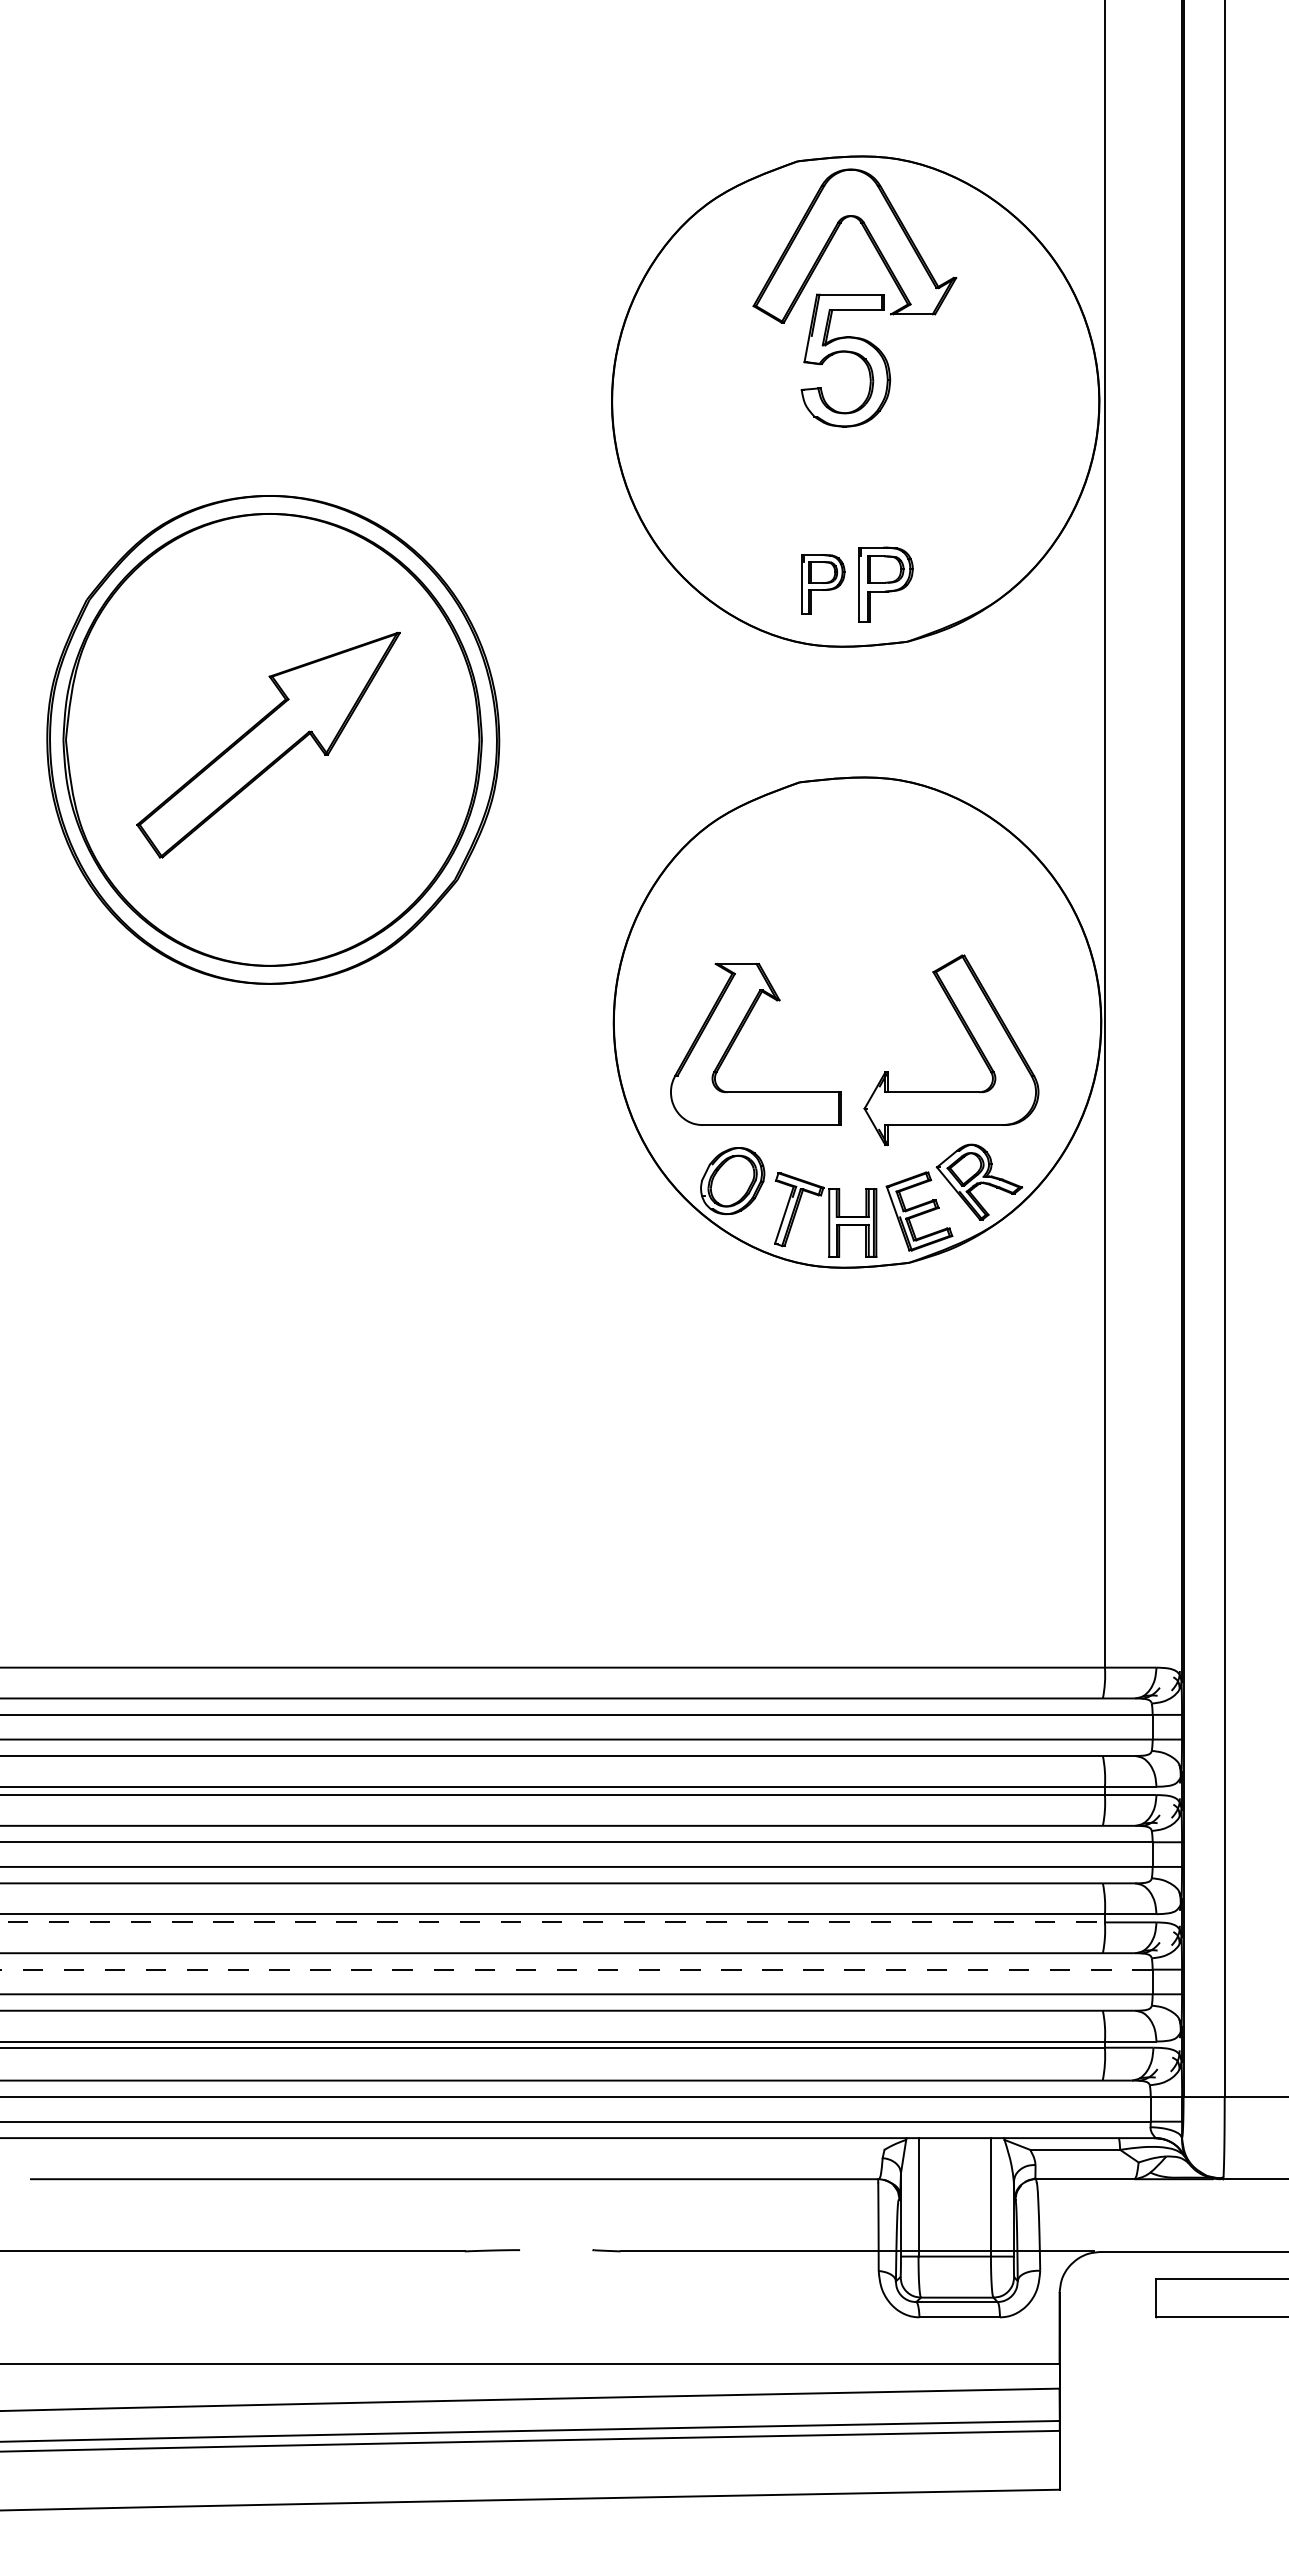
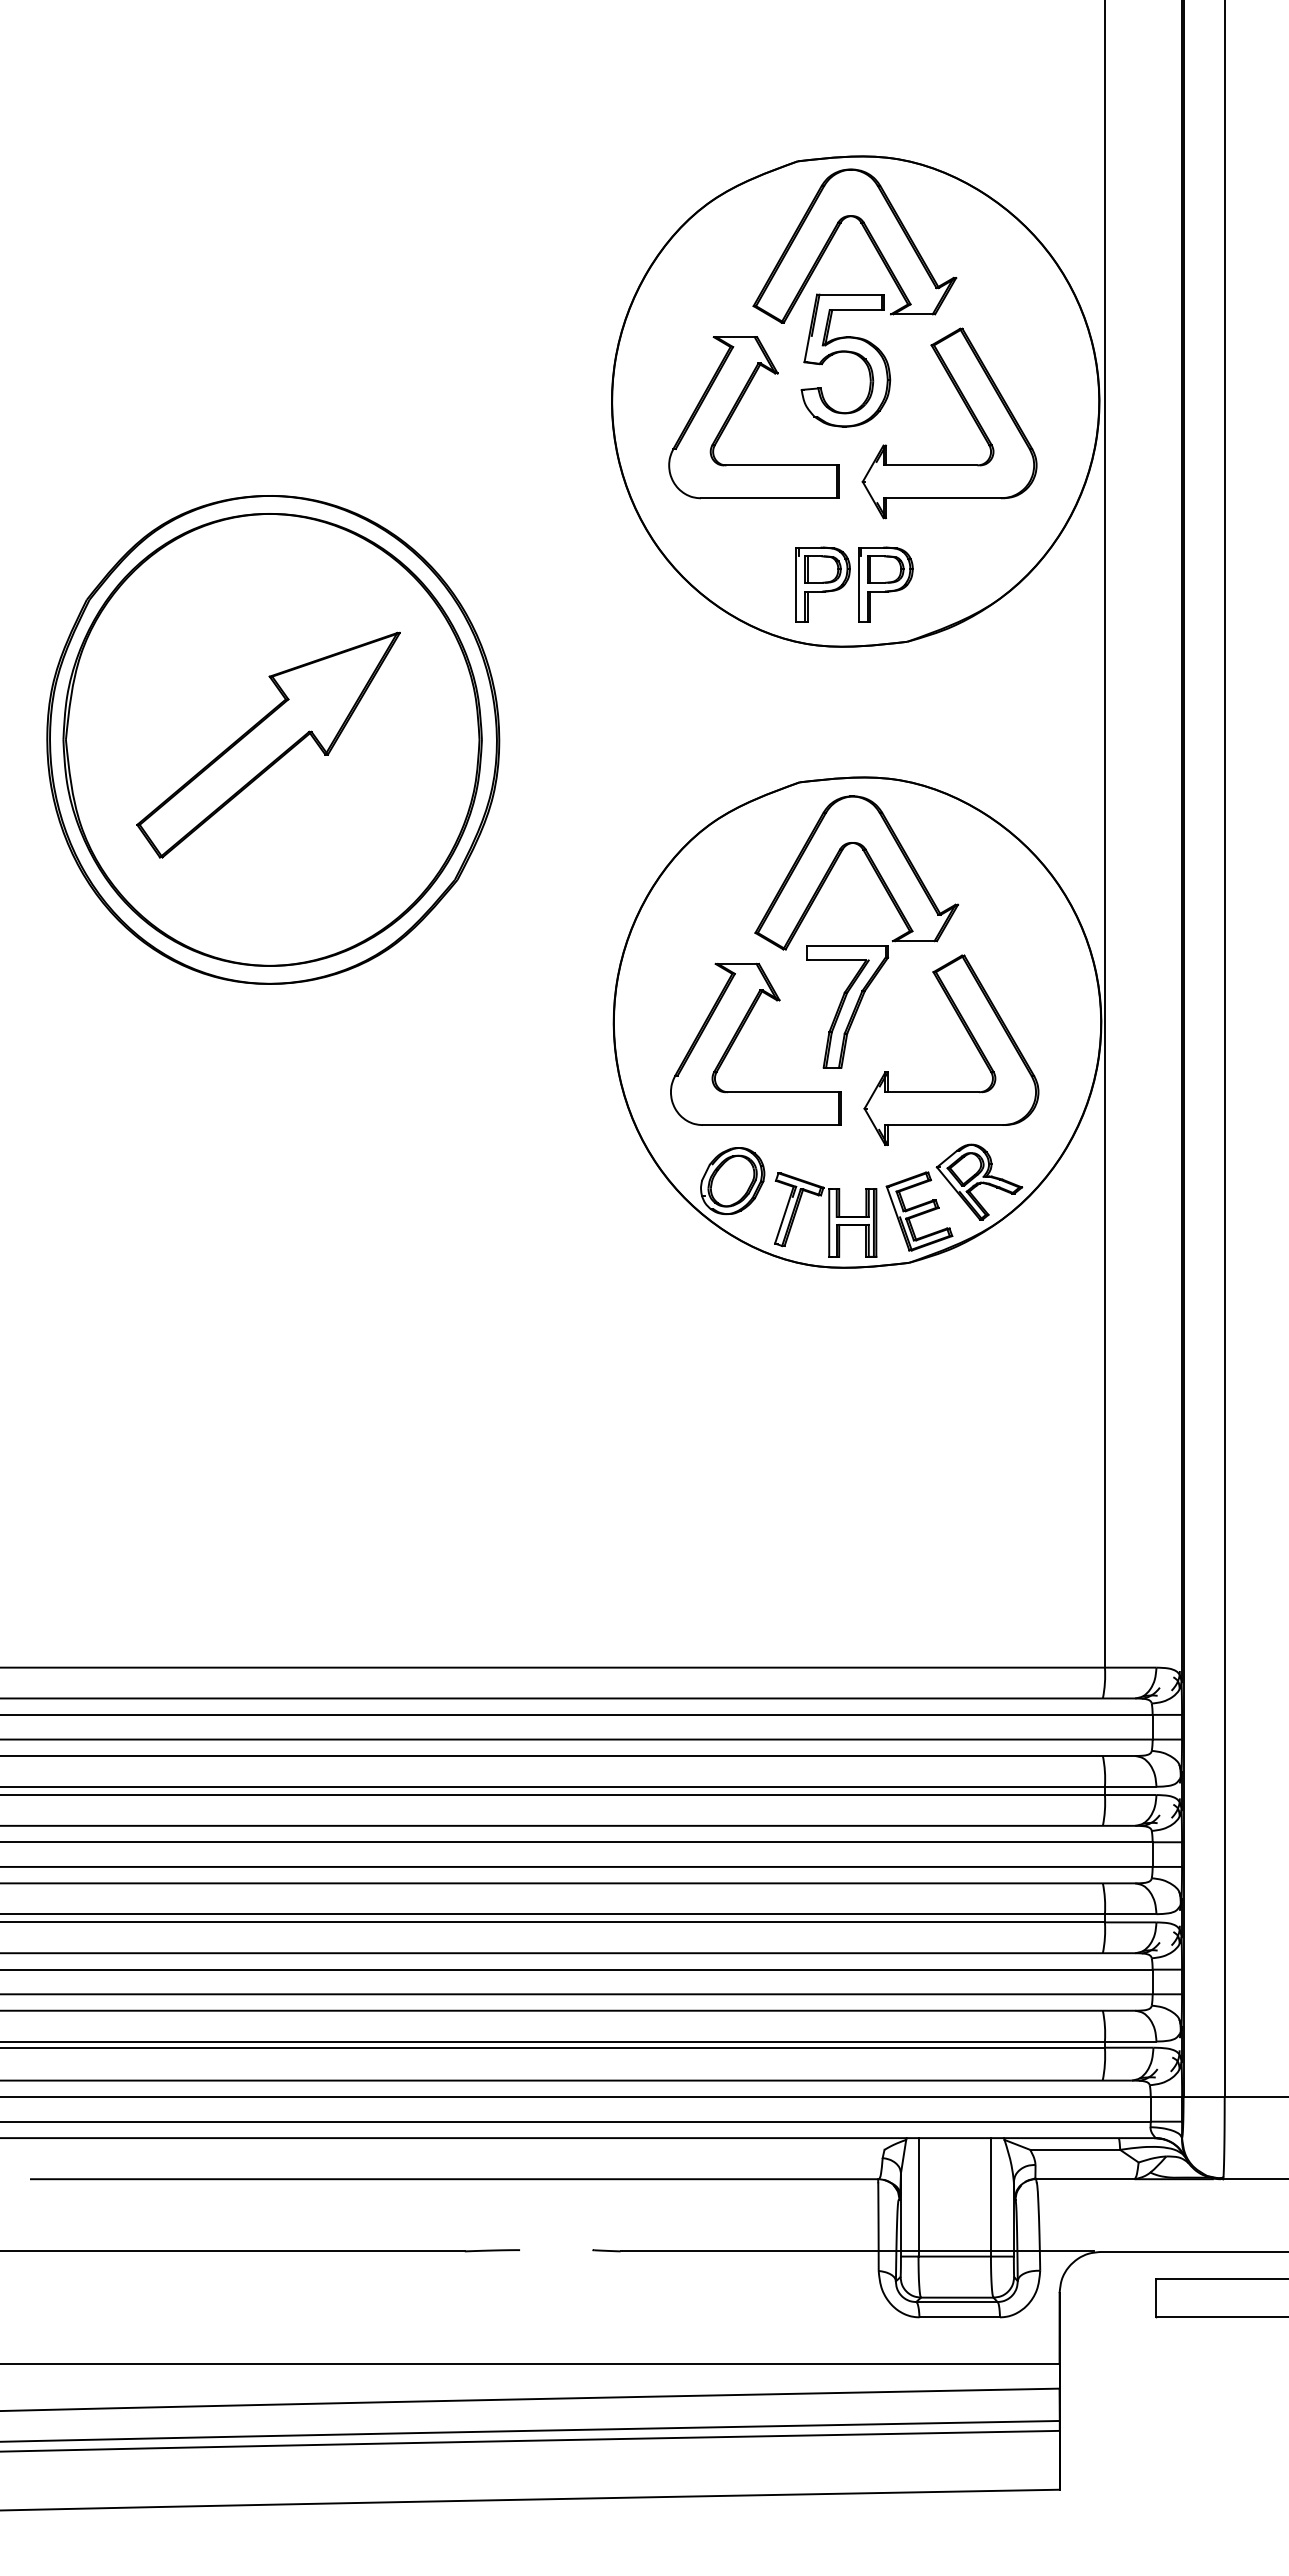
part at (737, 407): none -> present
part at (969, 413): none -> present
part at (823, 584) size: 45x61 px -> 56x77 px
part at (856, 945): none -> present
line at (553, 1922): dashed -> solid
line at (576, 1969): dashed -> solid
